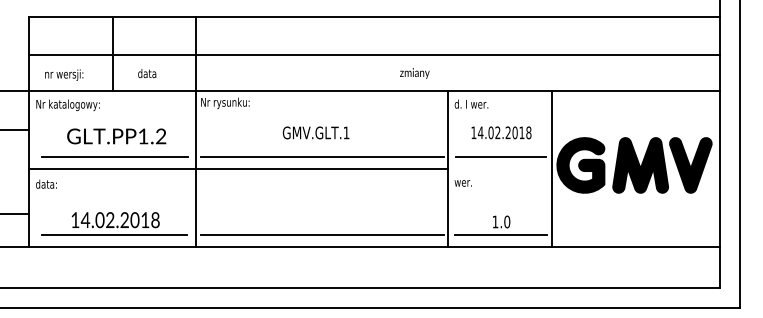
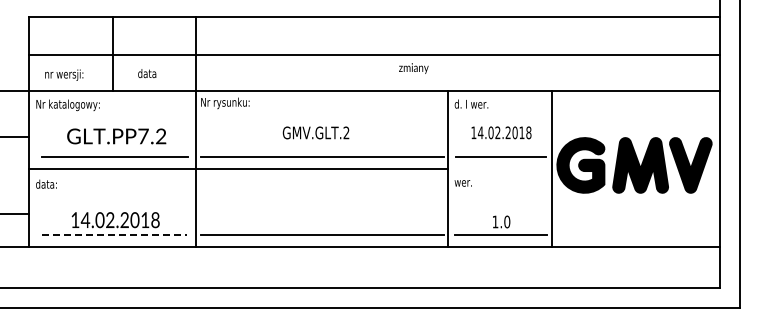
text at (414, 73) position: (414, 73) -> (413, 68)
line at (15, 130) position: (15, 130) -> (15, 137)
text at (346, 132): GMV.GLT.1 -> GMV.GLT.2
text at (143, 136): GLT.PP1.2 -> GLT.PP7.2
line at (114, 234): solid -> dashed
